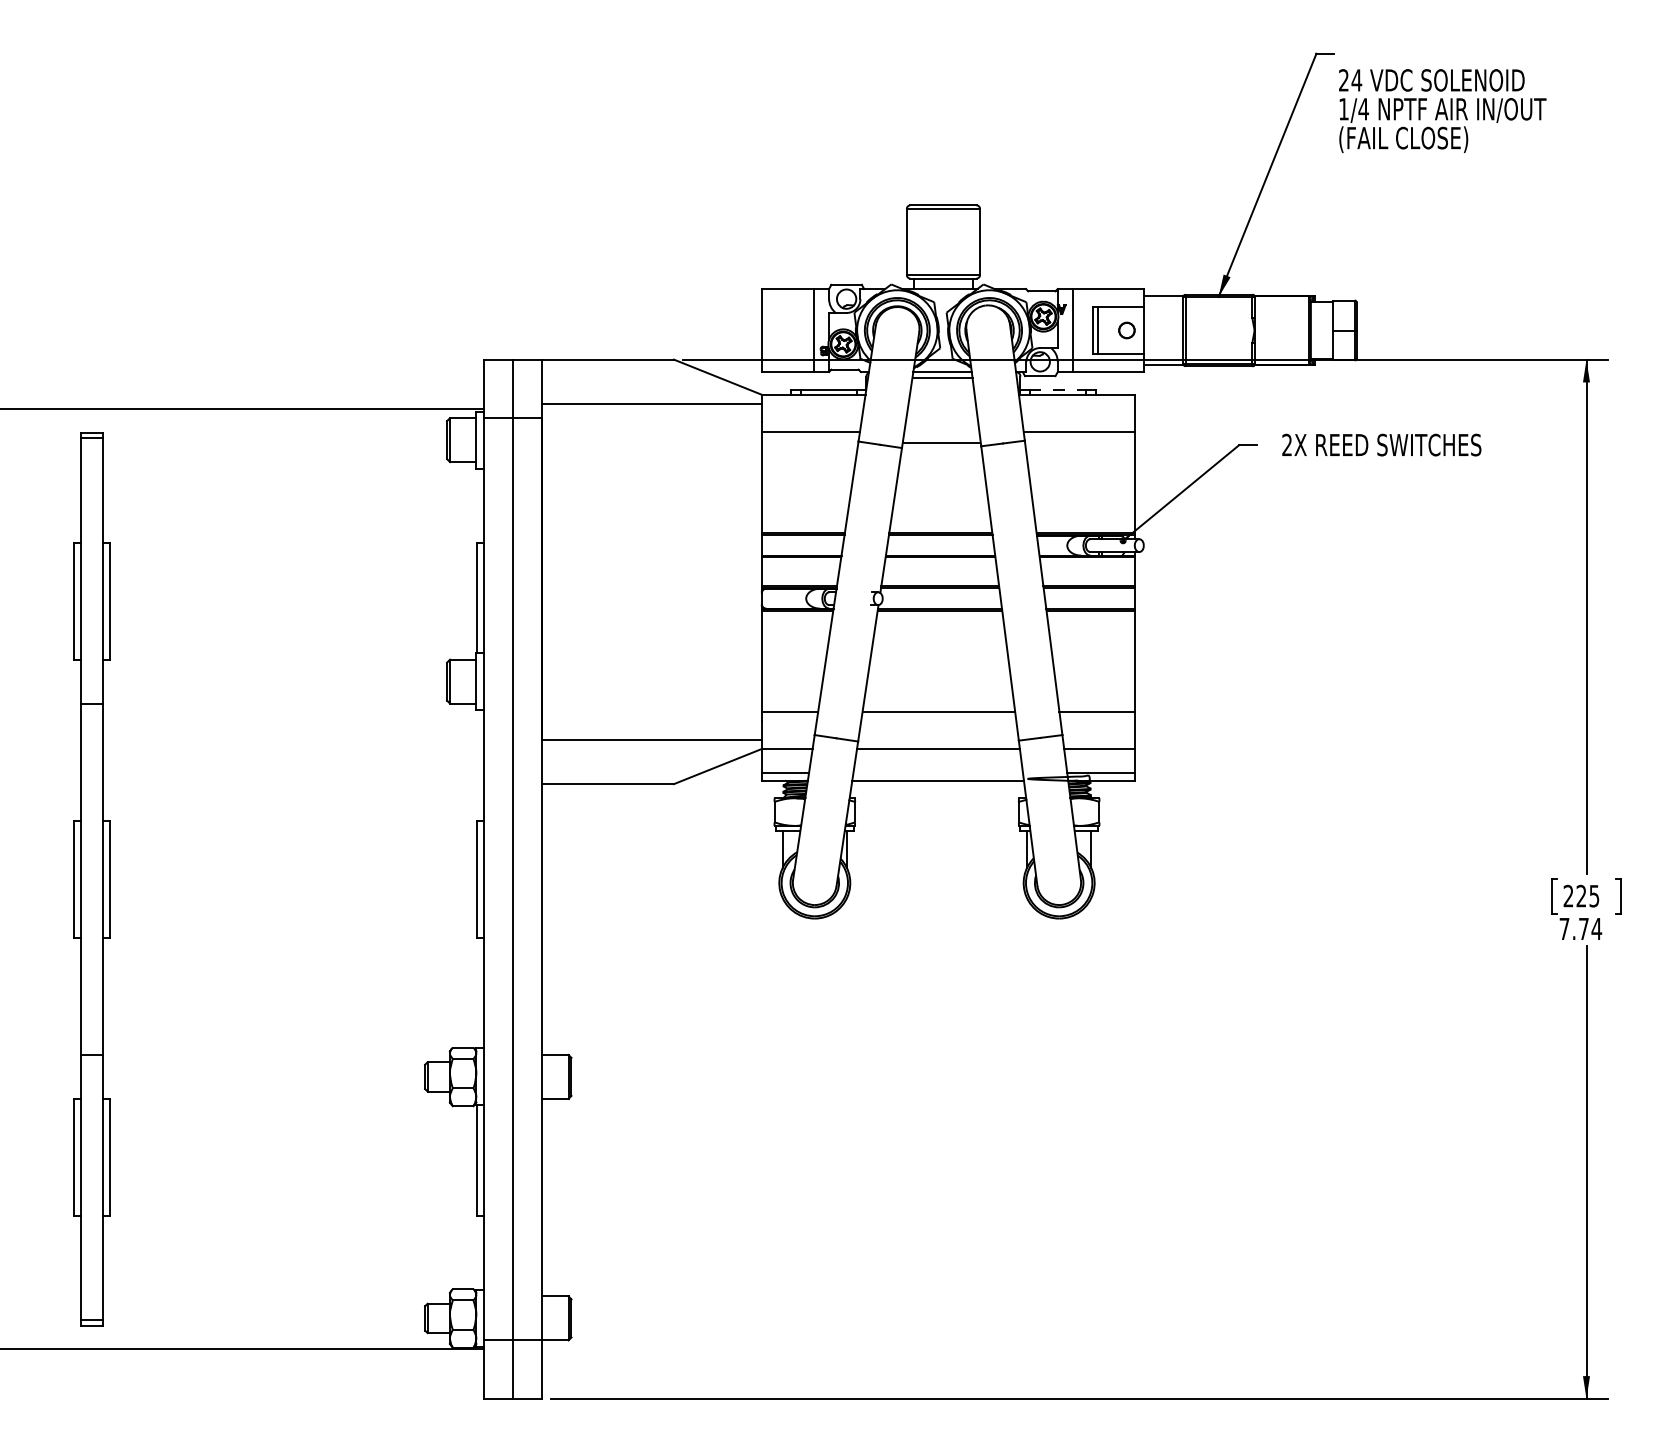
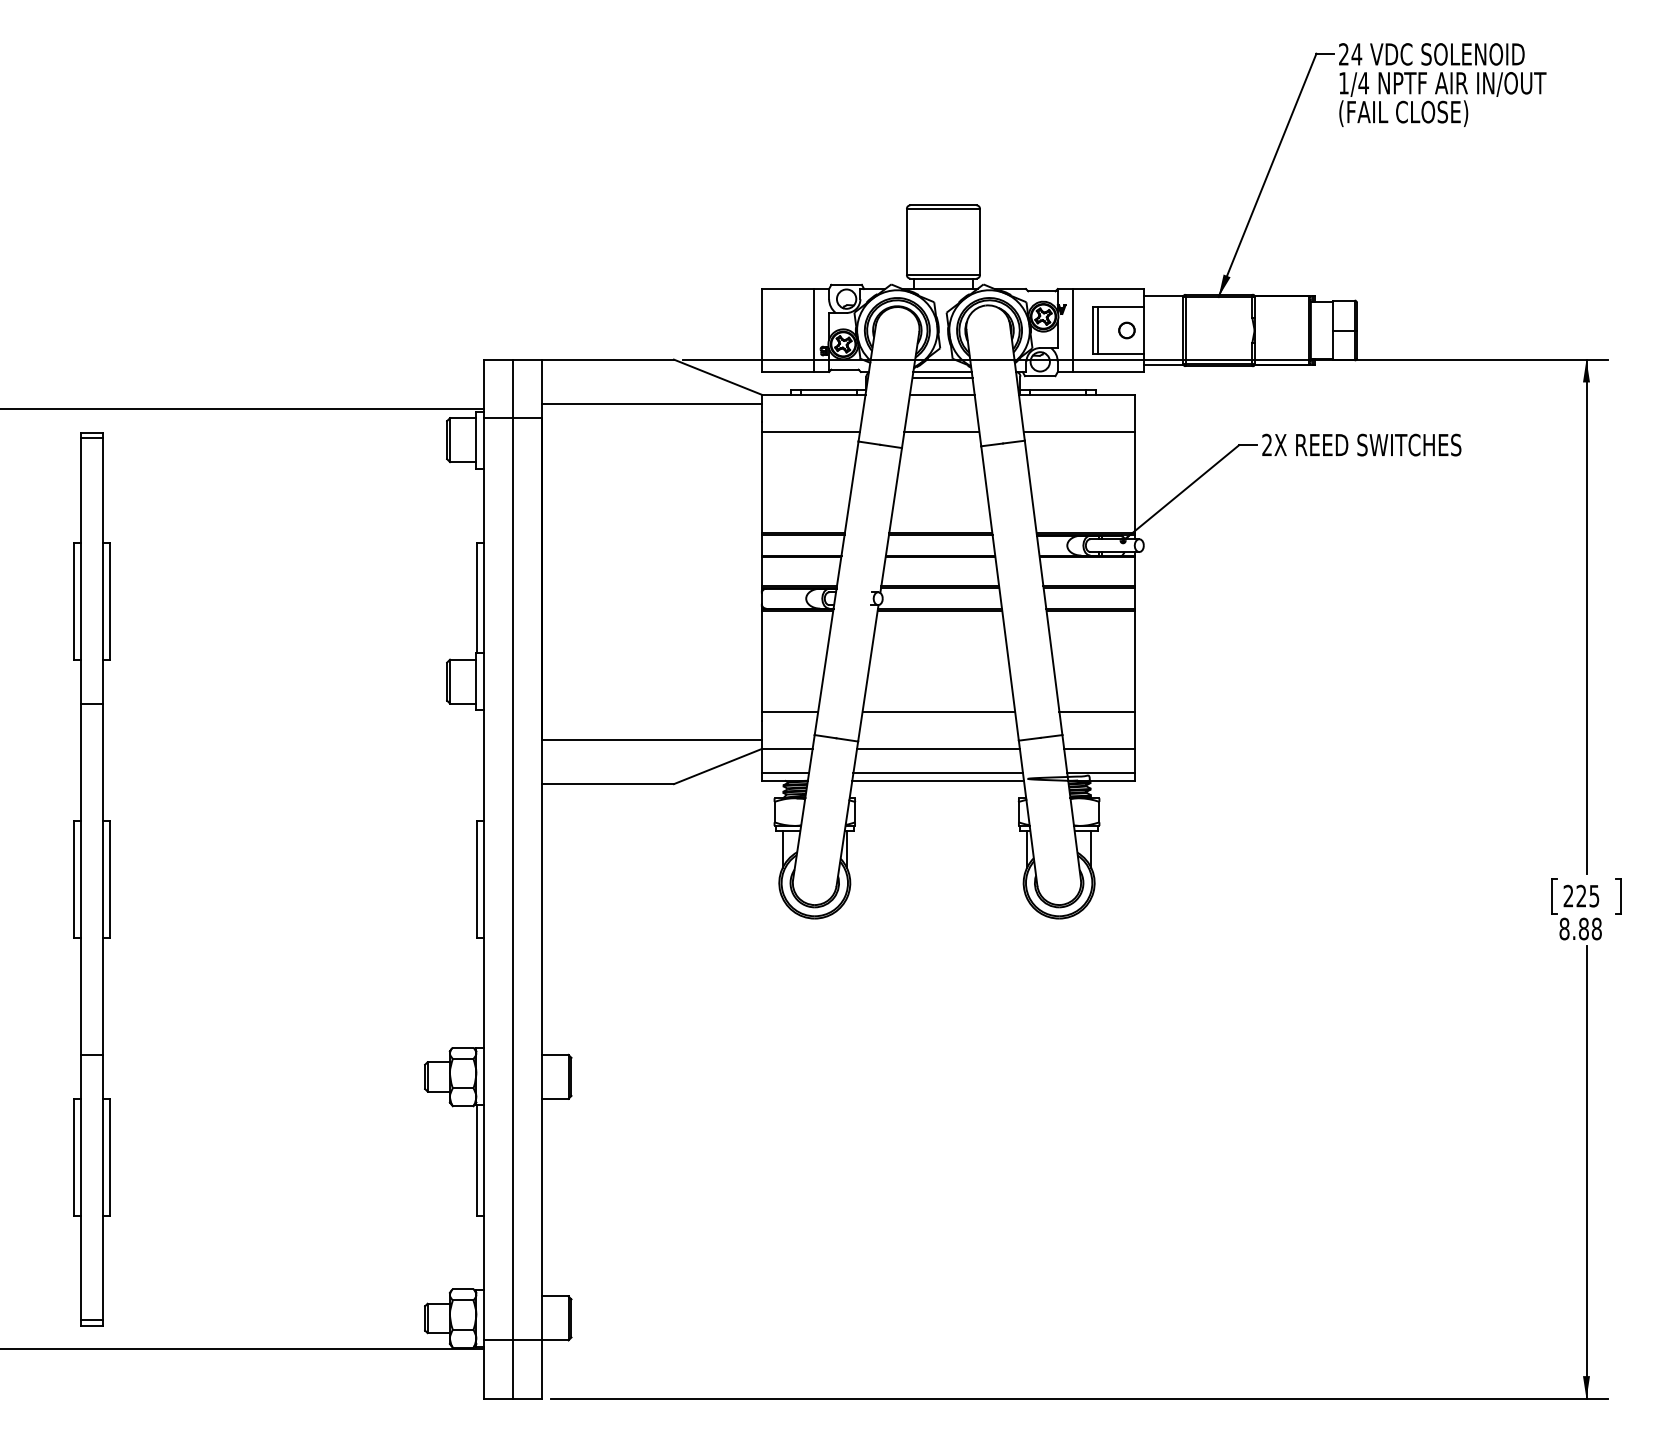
text at (1442, 110) position: (1442, 110) -> (1442, 84)
line at (1058, 389): dashed -> solid
line at (941, 395): none -> present
line at (941, 442) position: (941, 442) -> (941, 431)
text at (1381, 444) position: (1381, 444) -> (1361, 444)
line at (938, 773): none -> present
text at (1580, 928): 7.74 -> 8.88
